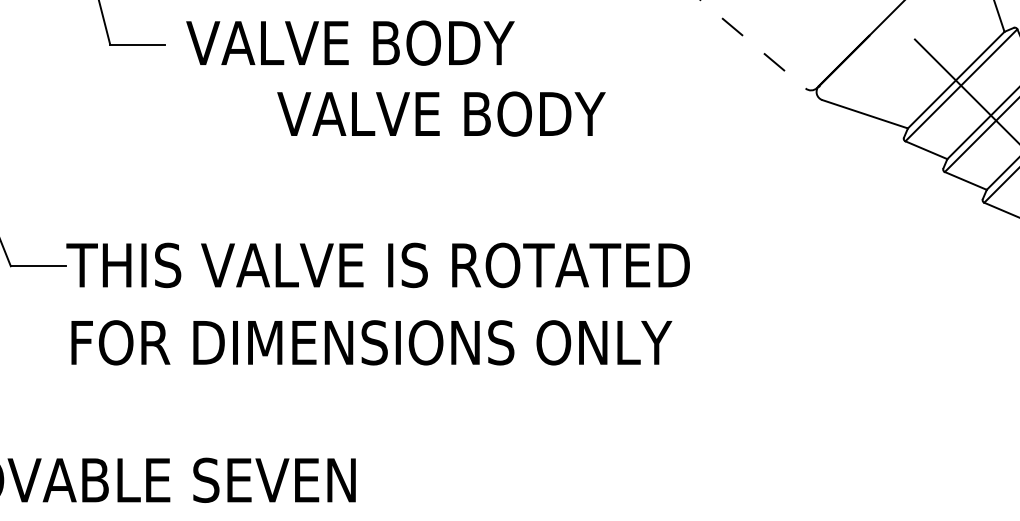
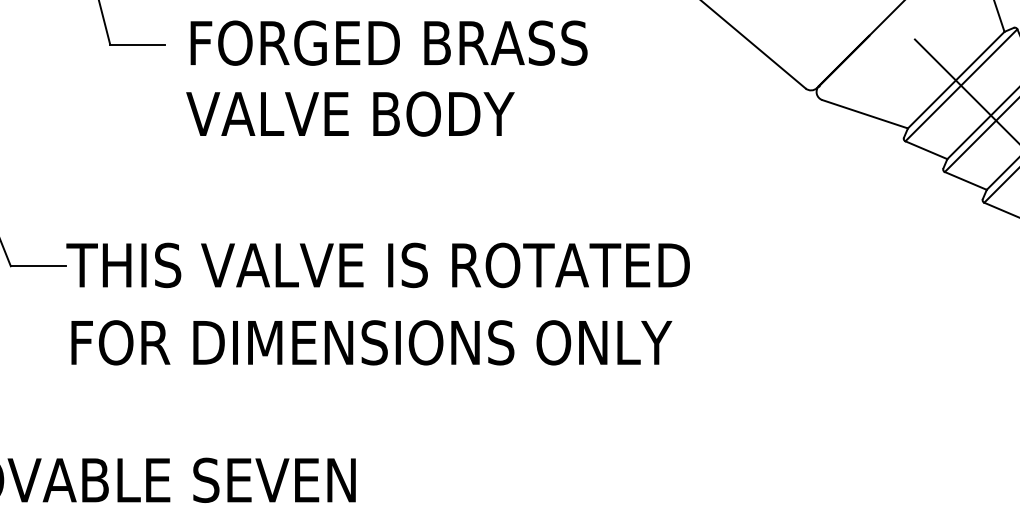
text at (386, 42): VALVE BODY -> FORGED BRASS
line at (753, 44): dashed -> solid
text at (441, 113) position: (441, 113) -> (350, 113)
